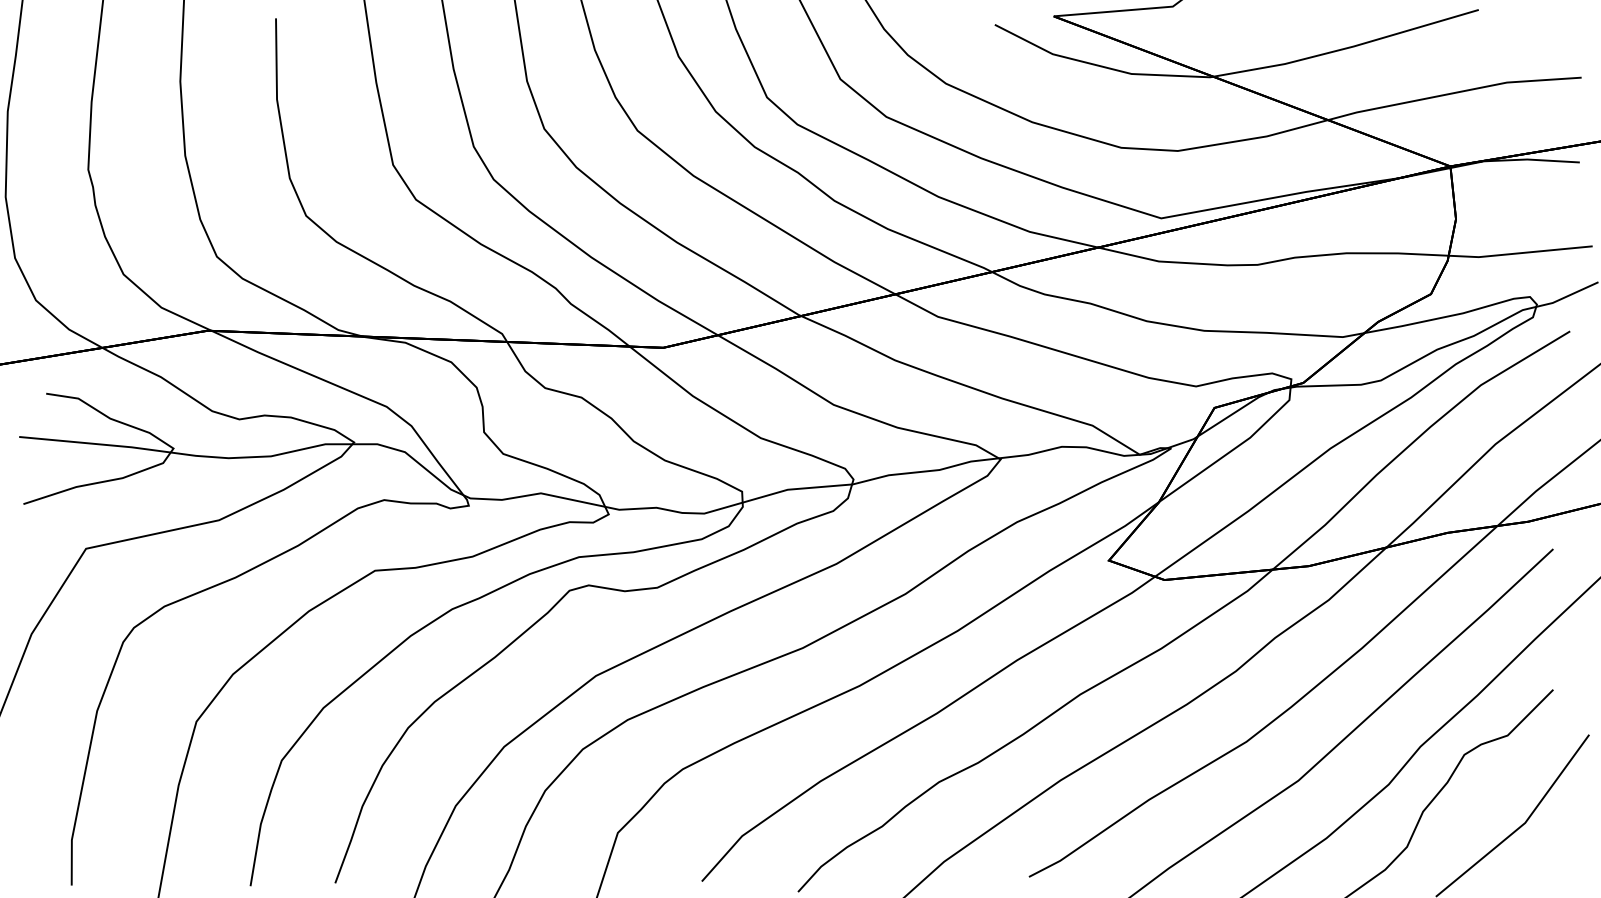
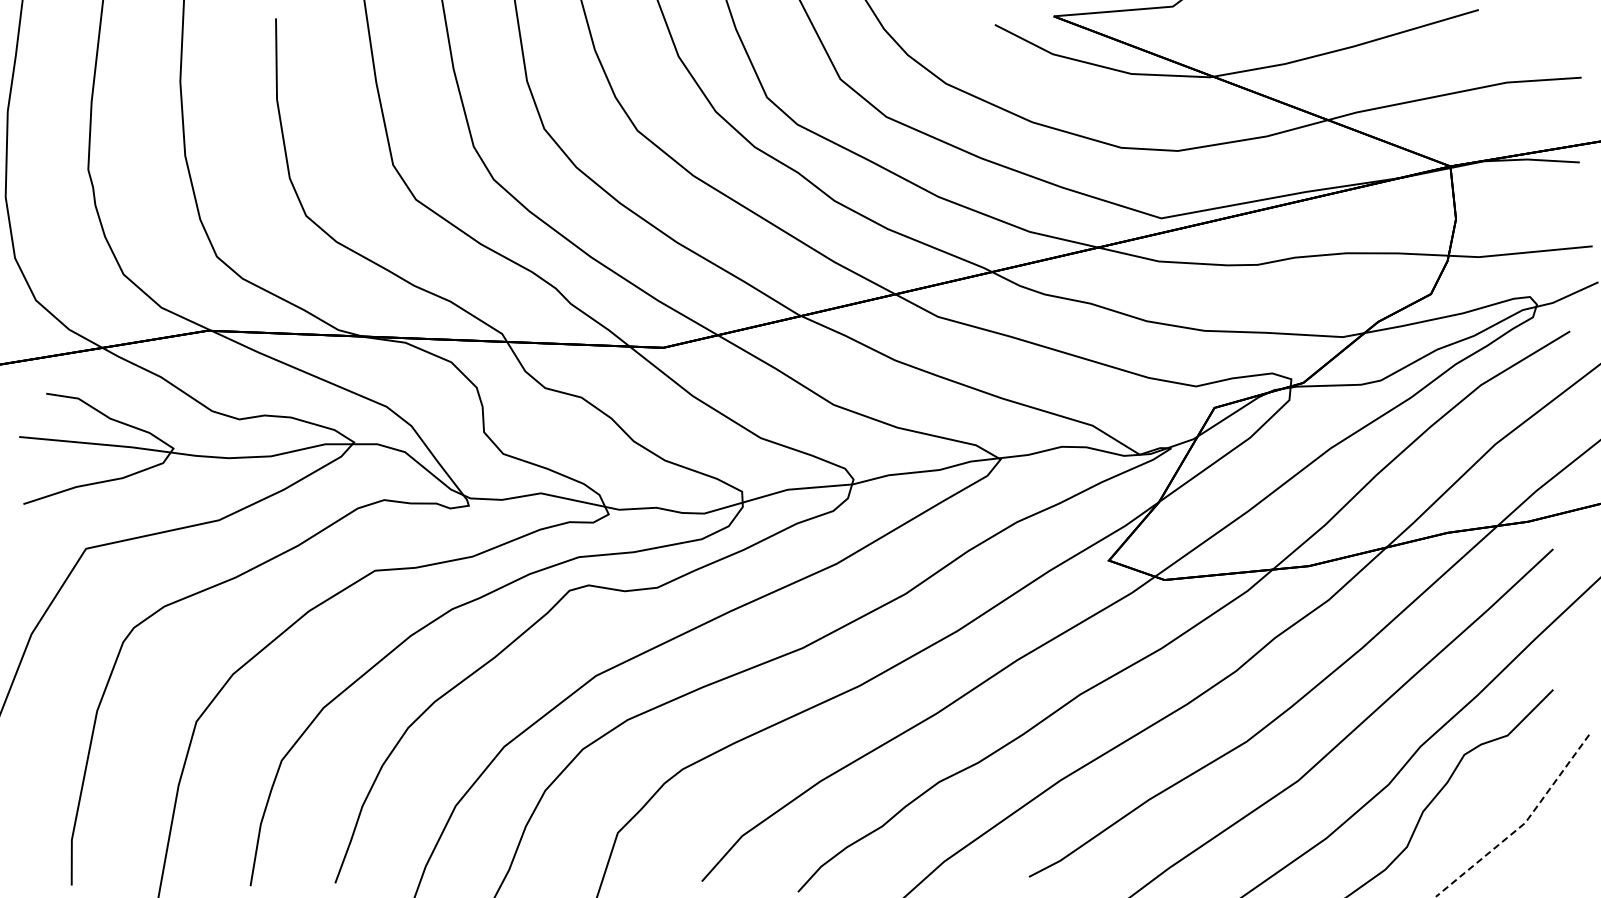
line at (1522, 824): solid -> dashed
